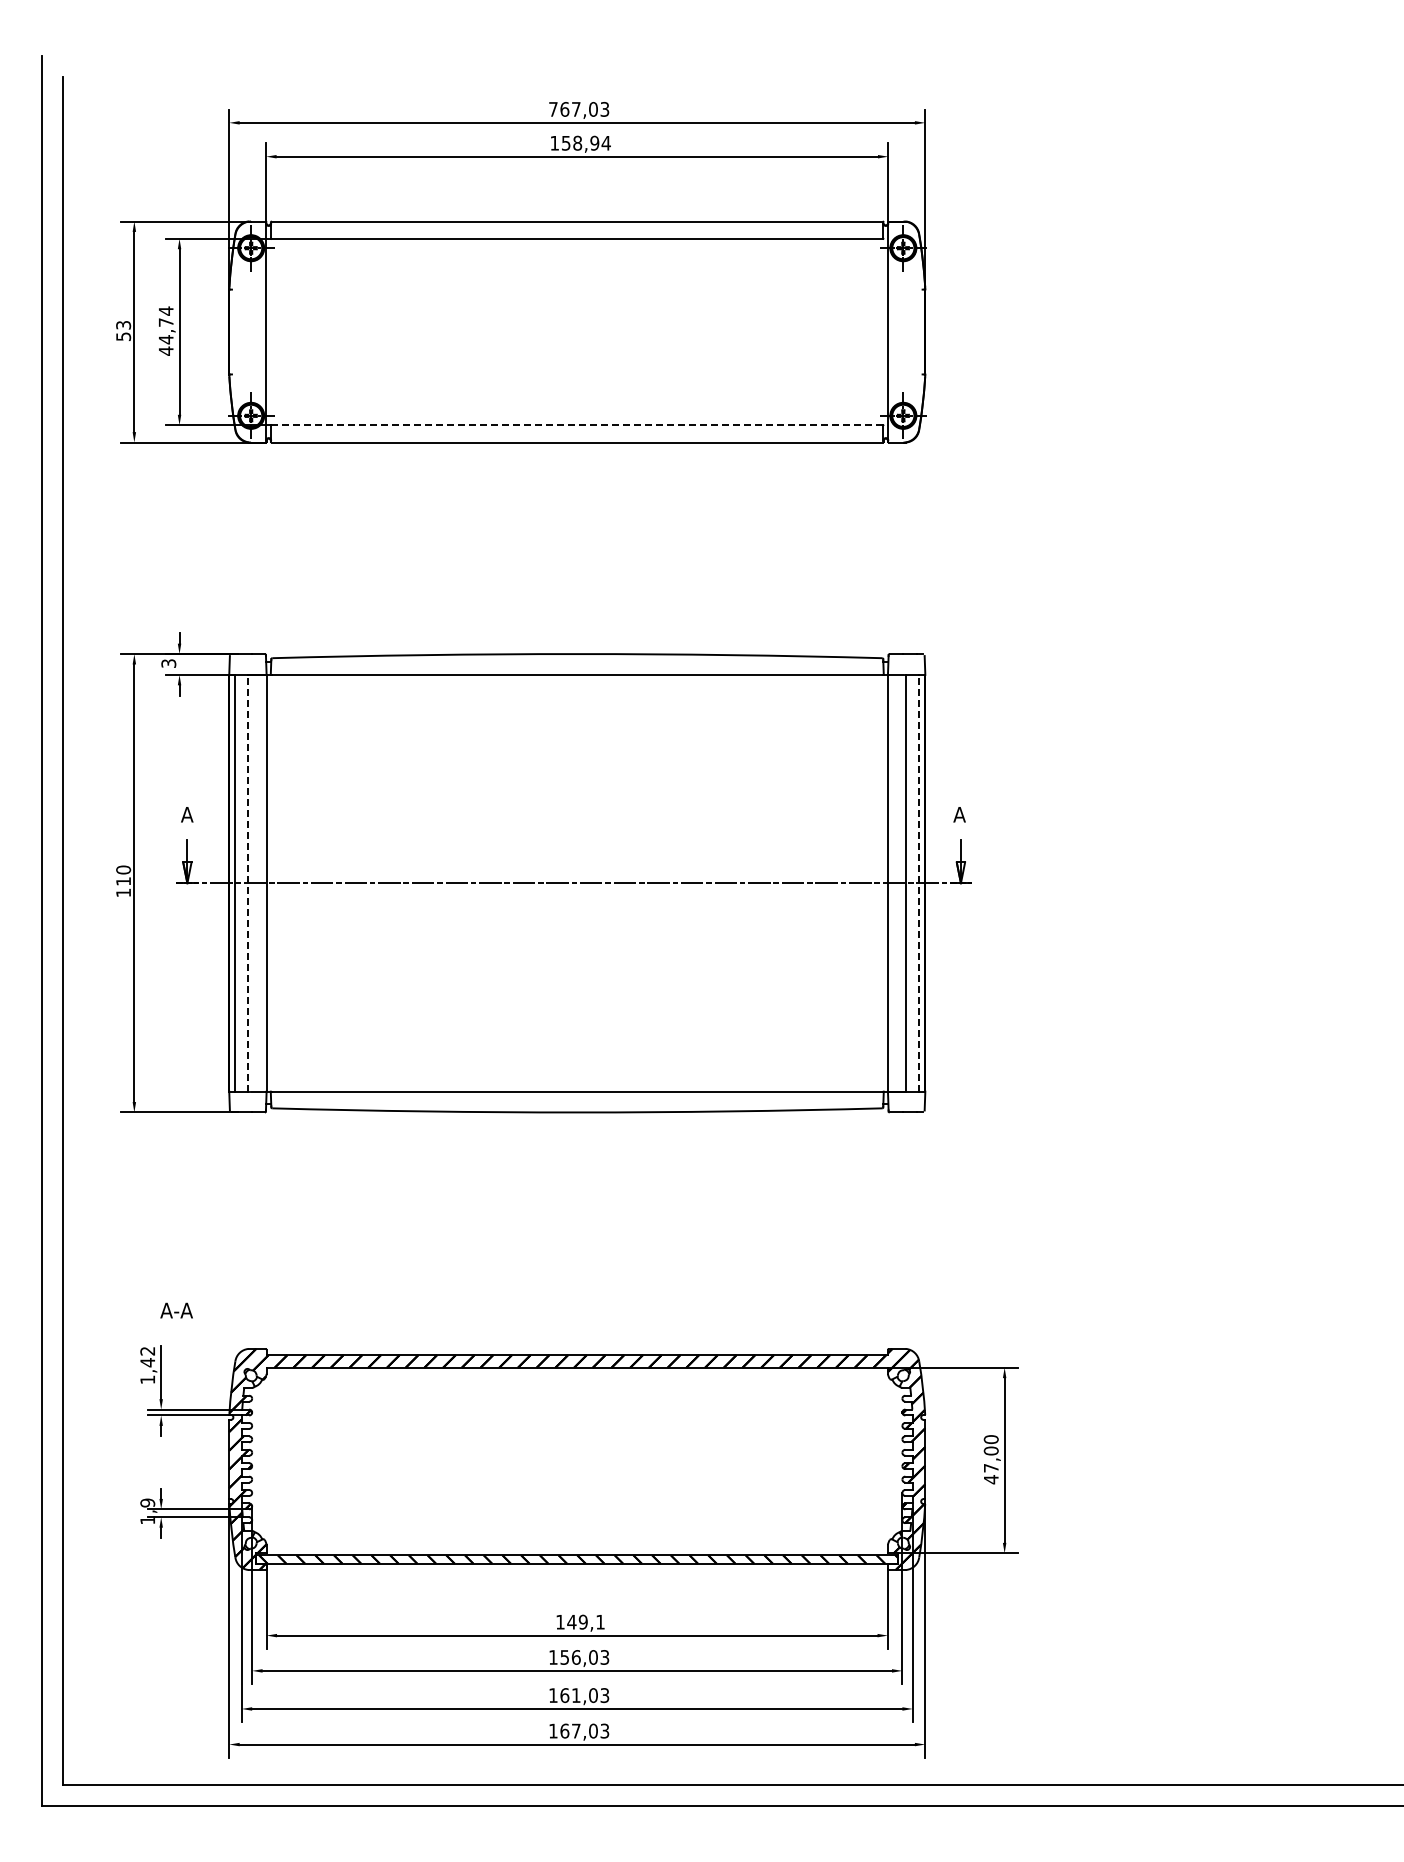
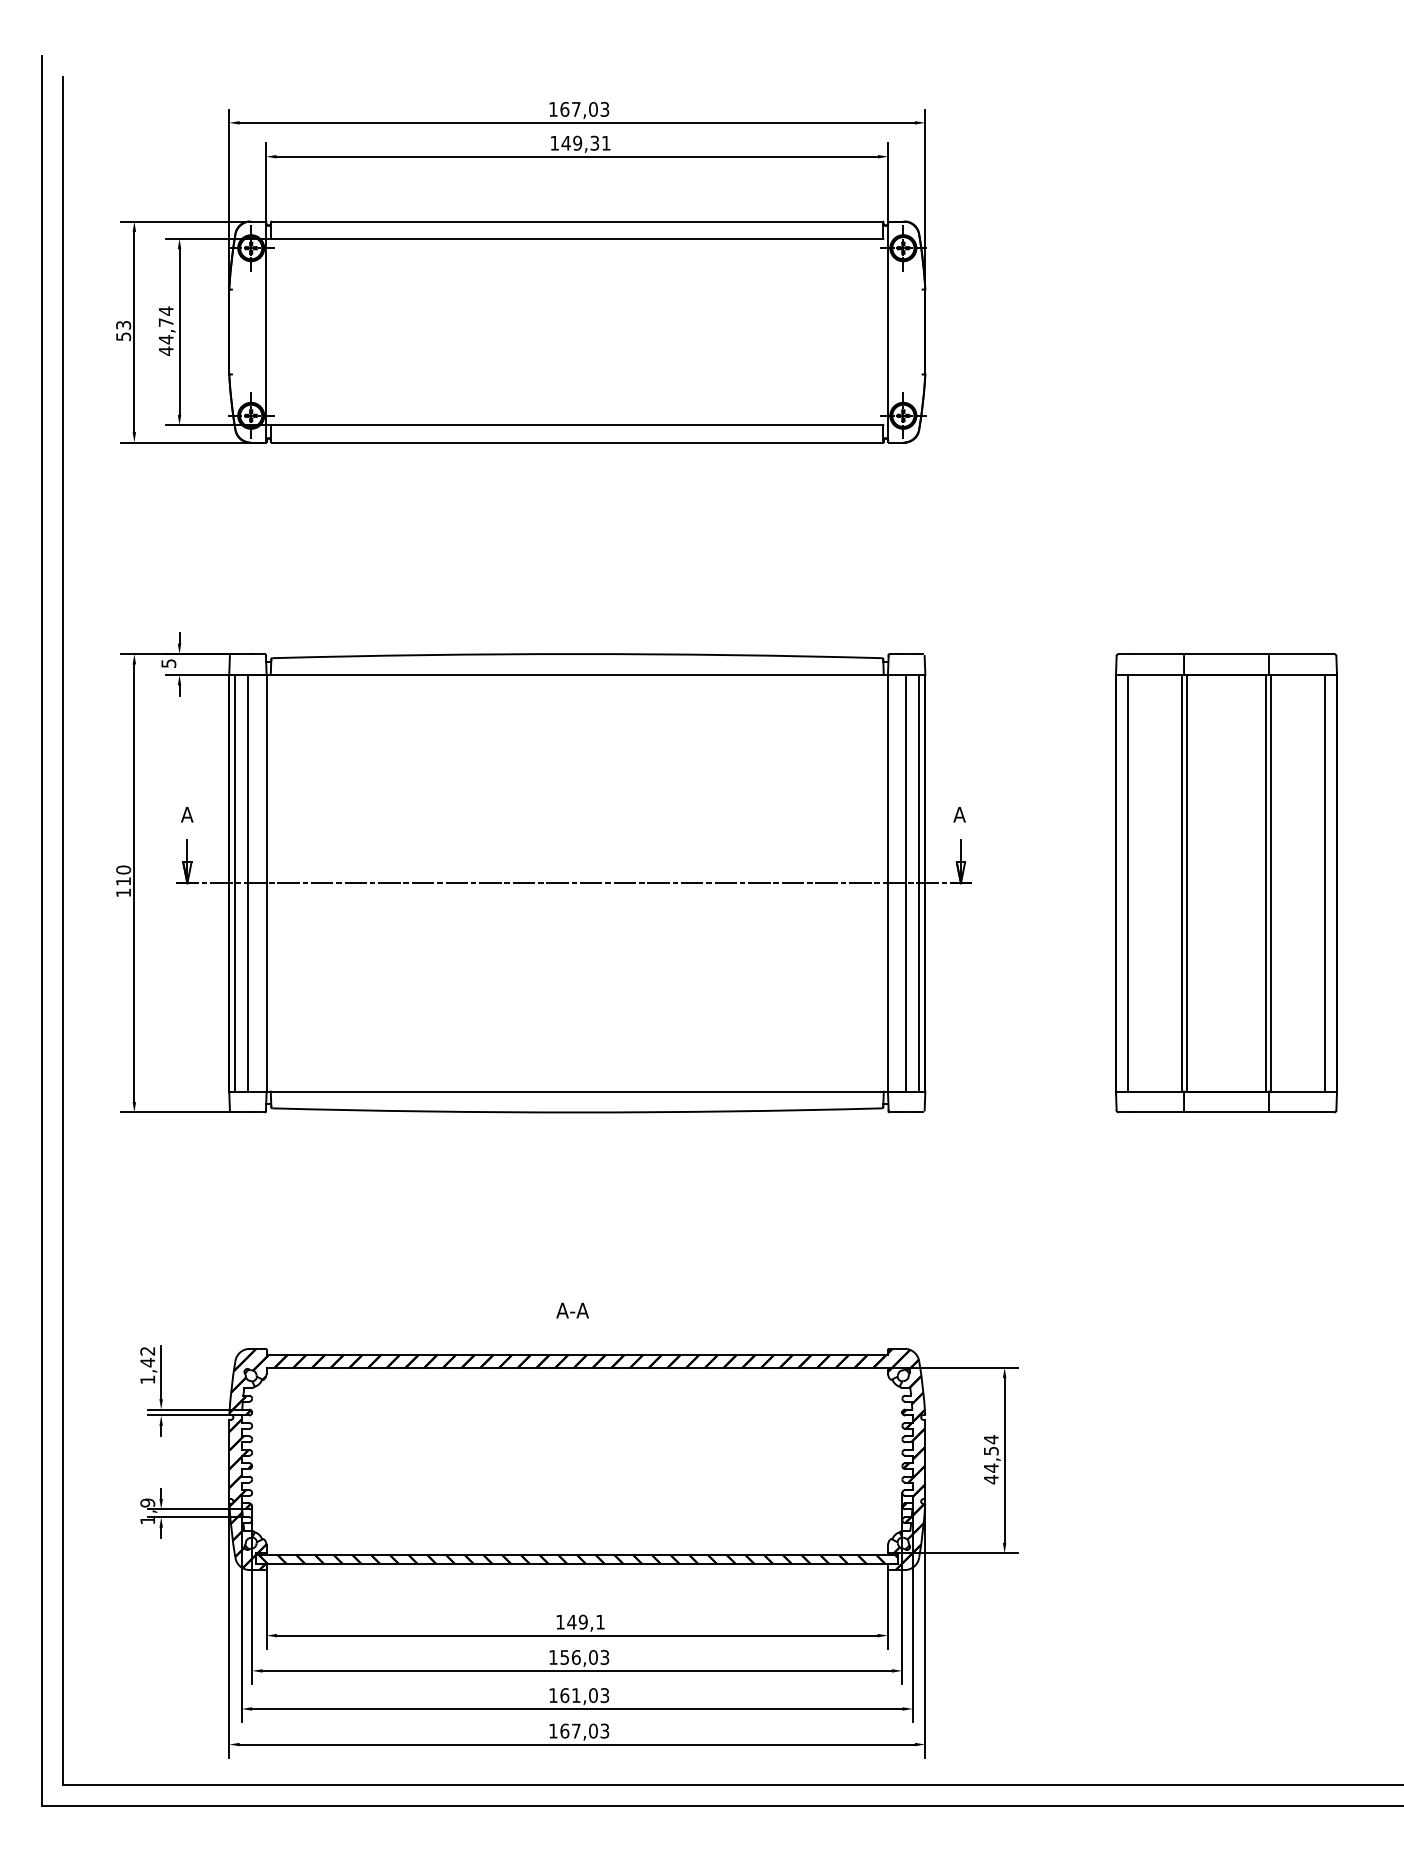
text at (553, 109): 767,03 -> 167,03
text at (585, 142): 158,94 -> 149,31
line at (576, 425): dashed -> solid
text at (168, 663): 3 -> 5
line at (248, 882): dashed -> solid
line at (919, 882): dashed -> solid
part at (1226, 883): none -> present
text at (176, 1310) position: (176, 1310) -> (572, 1310)
text at (990, 1453): 47,00 -> 44,54
